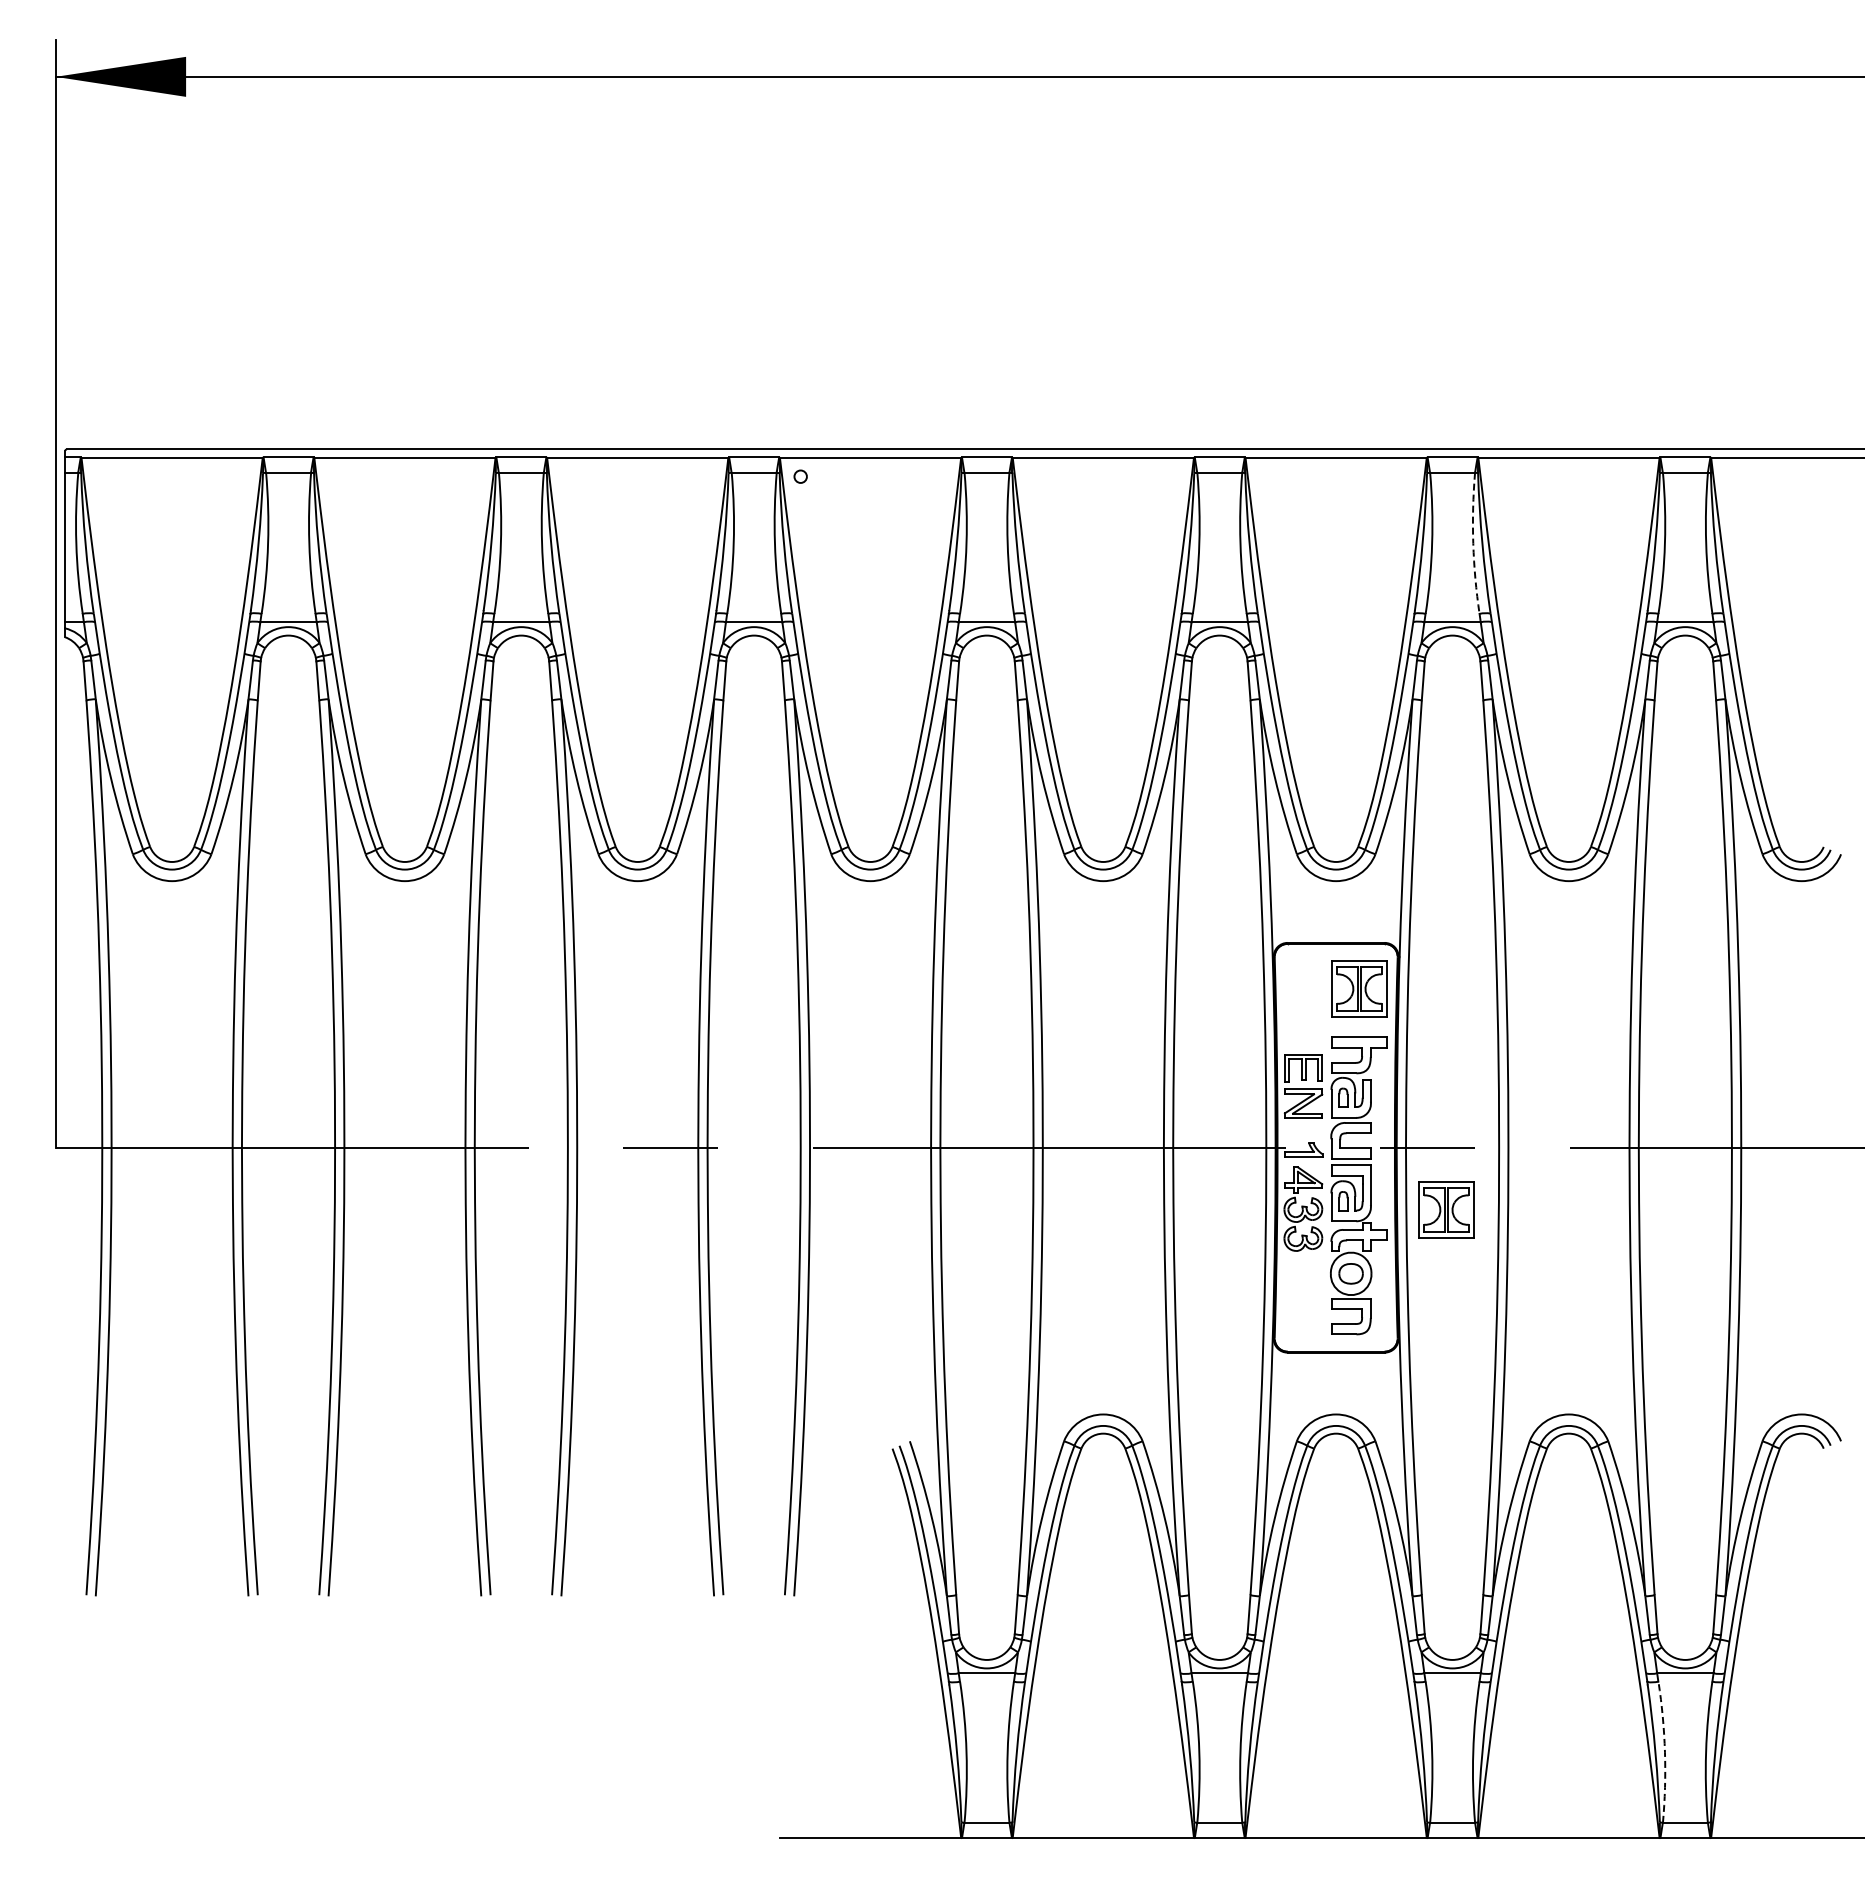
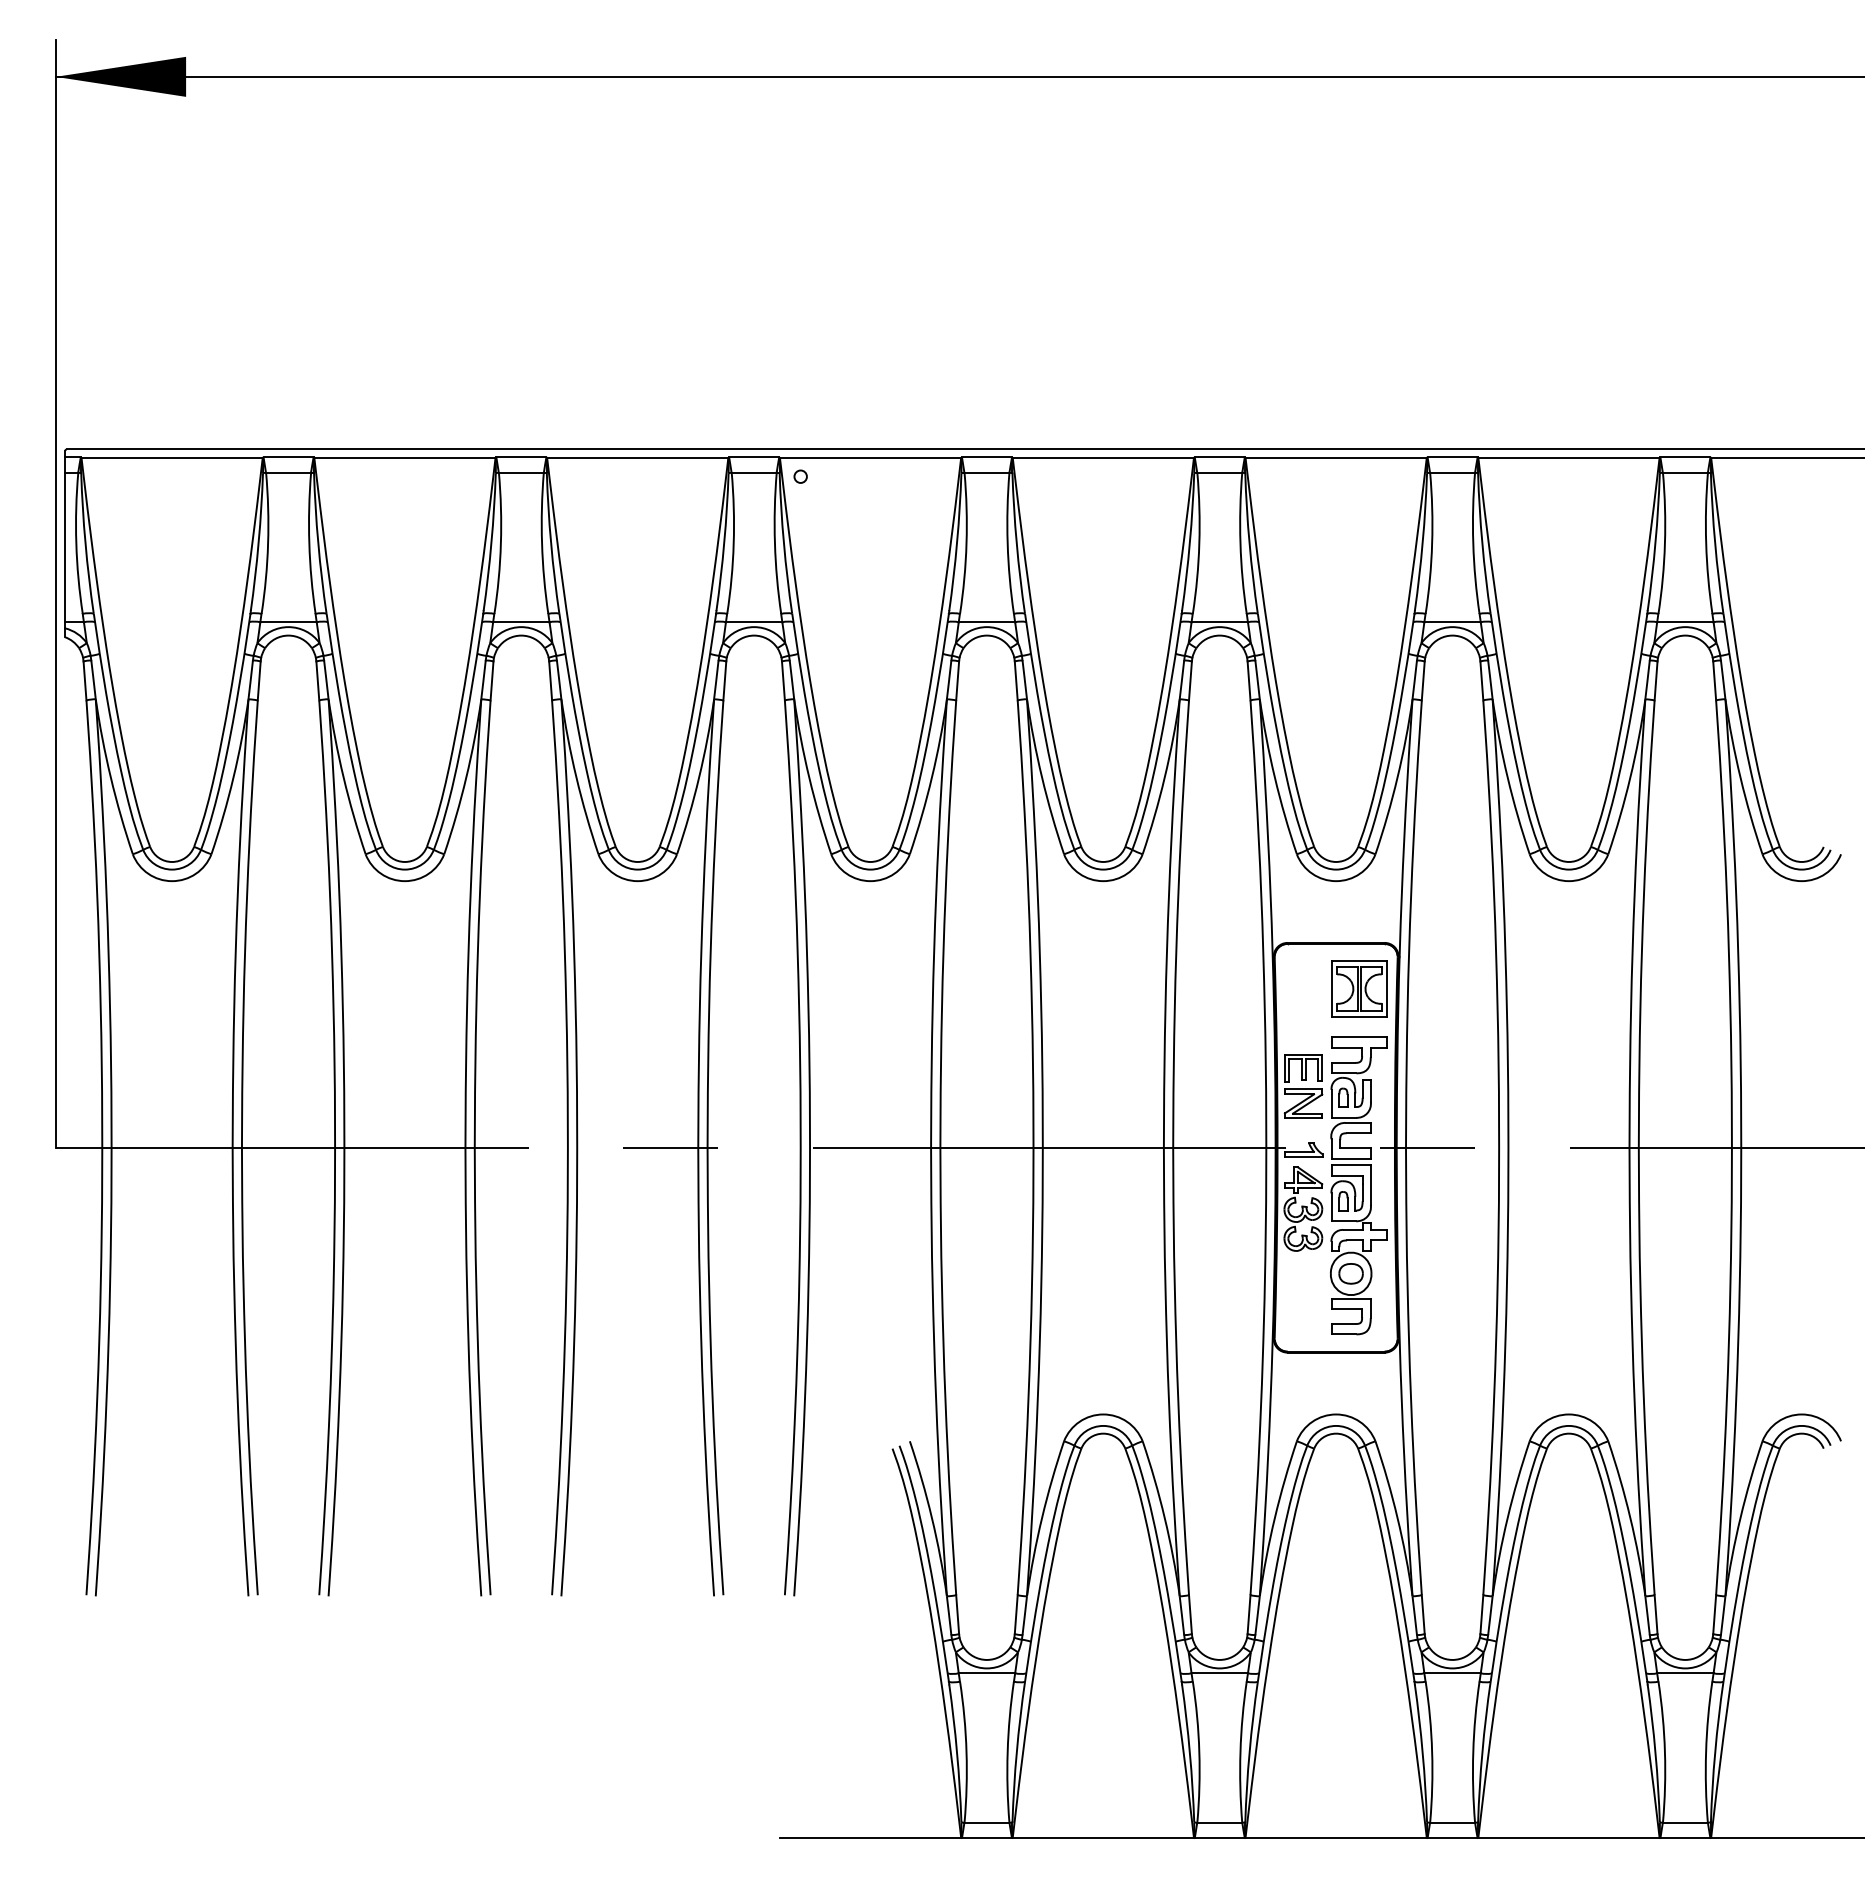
arc at (1473, 543): dashed -> solid
part at (1446, 1209): present -> none
arc at (1664, 1752): dashed -> solid
